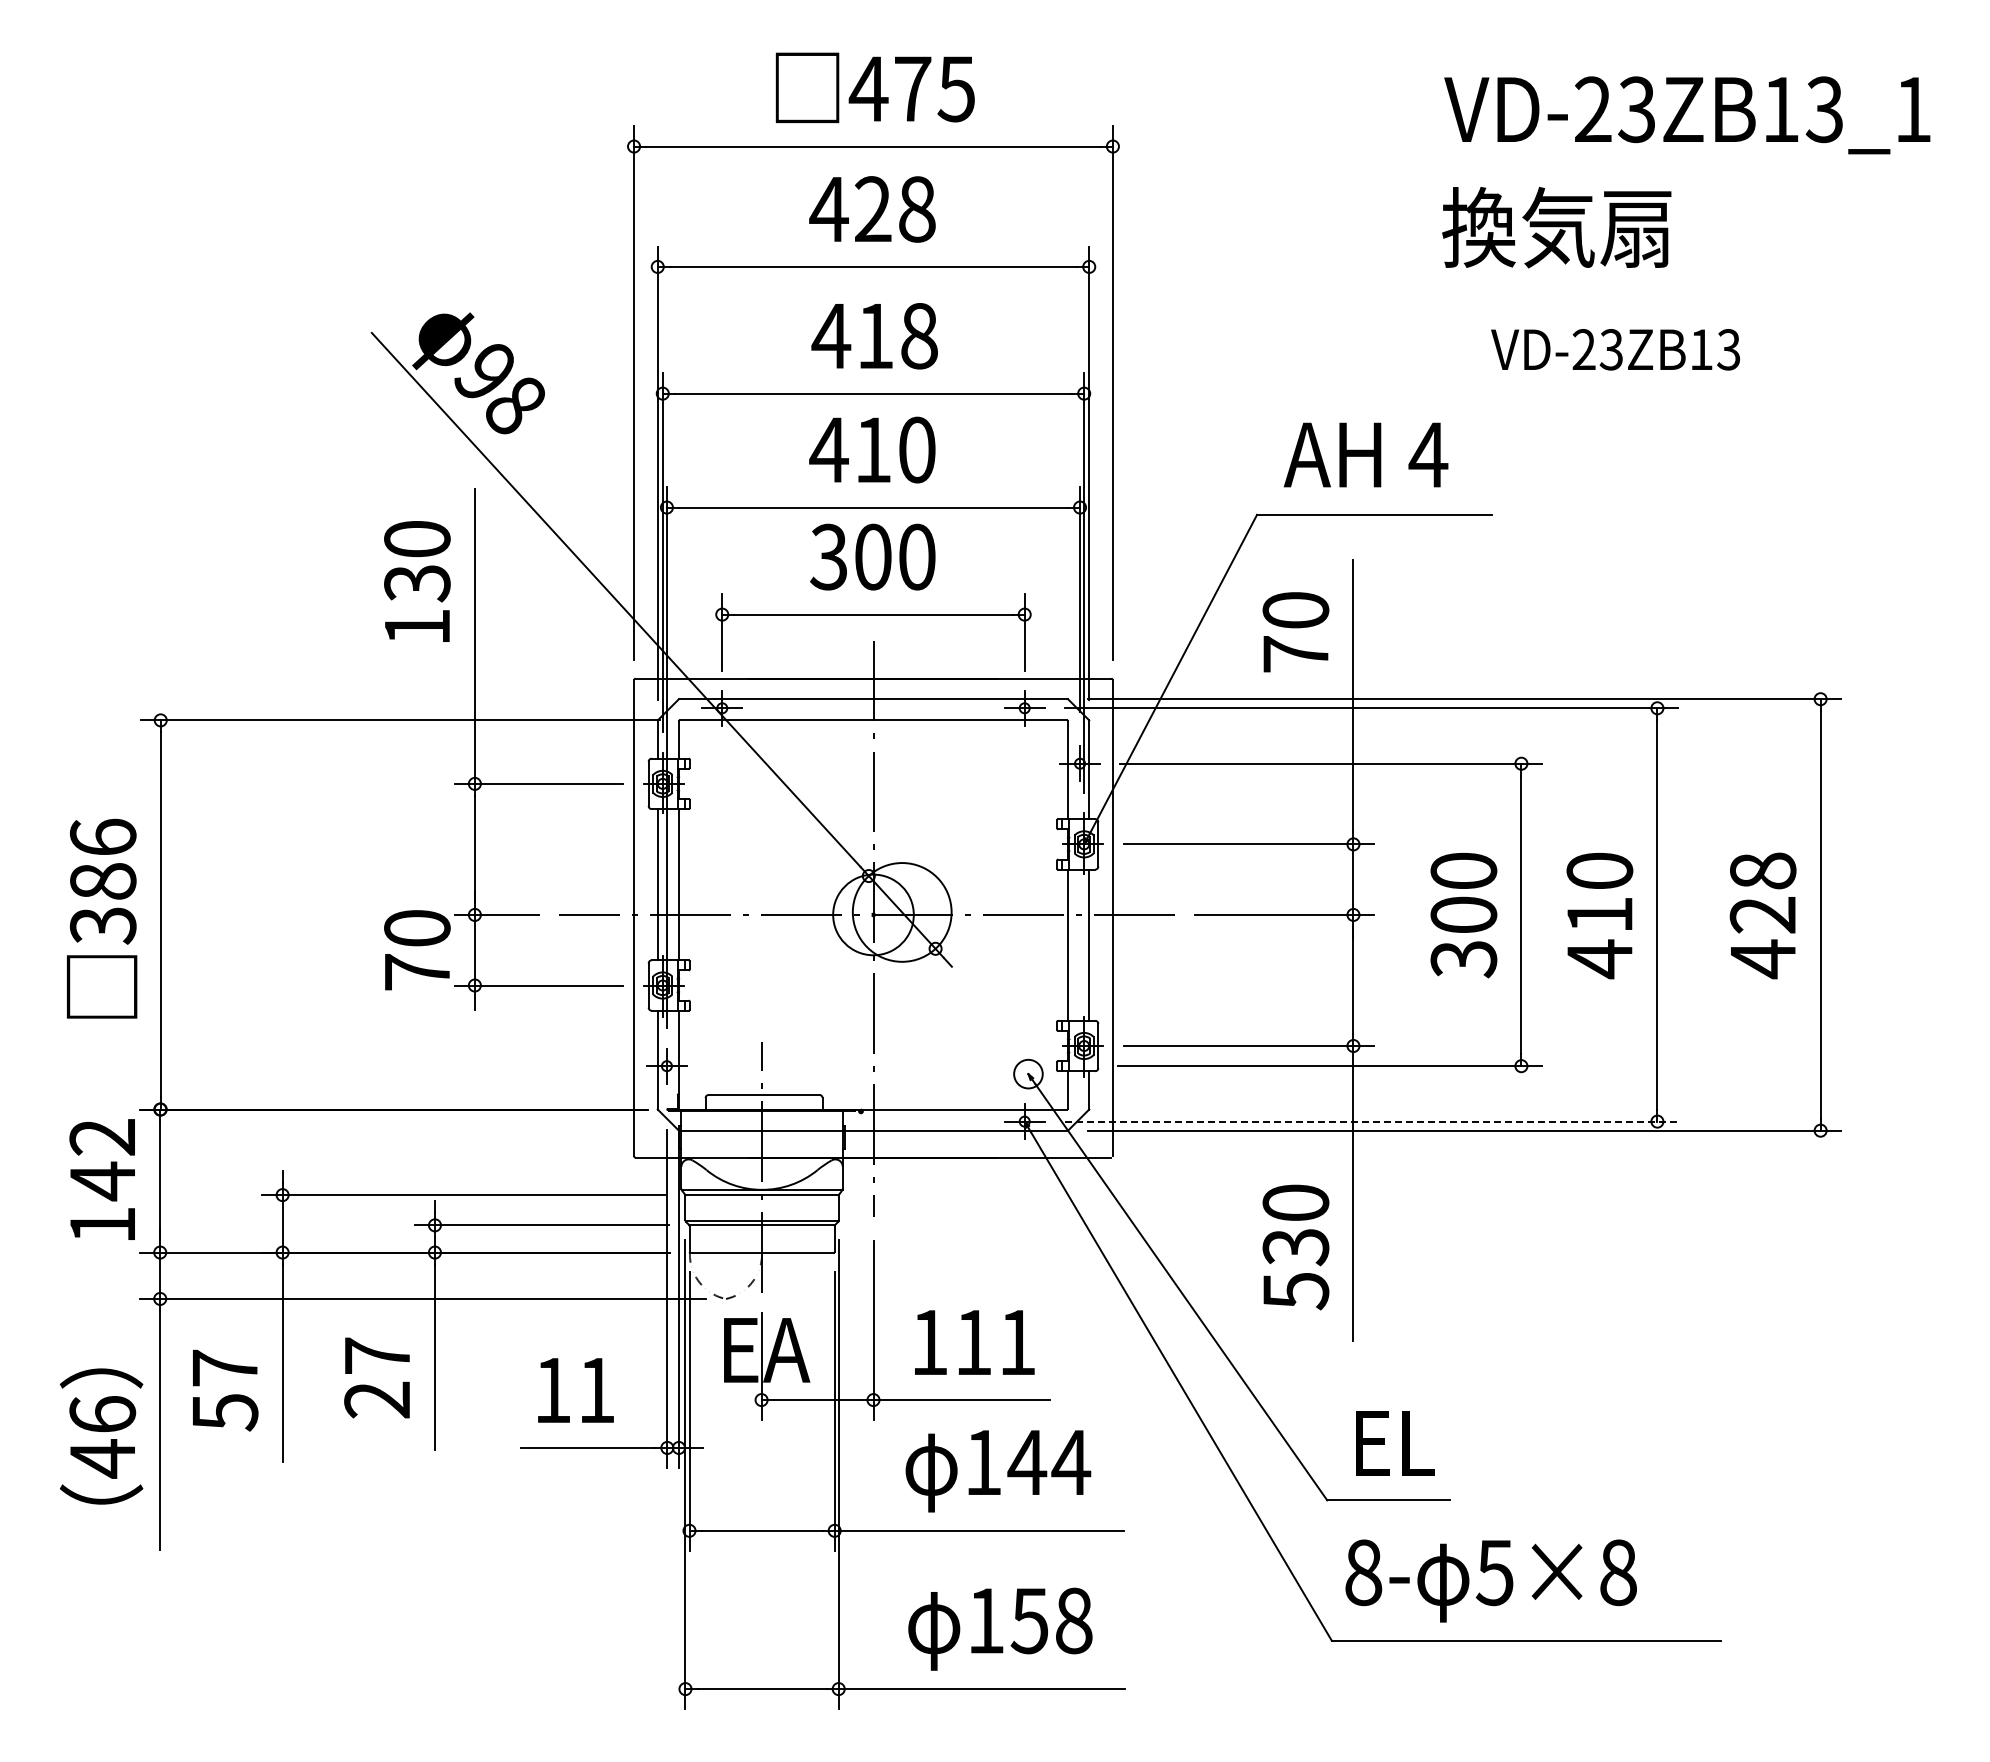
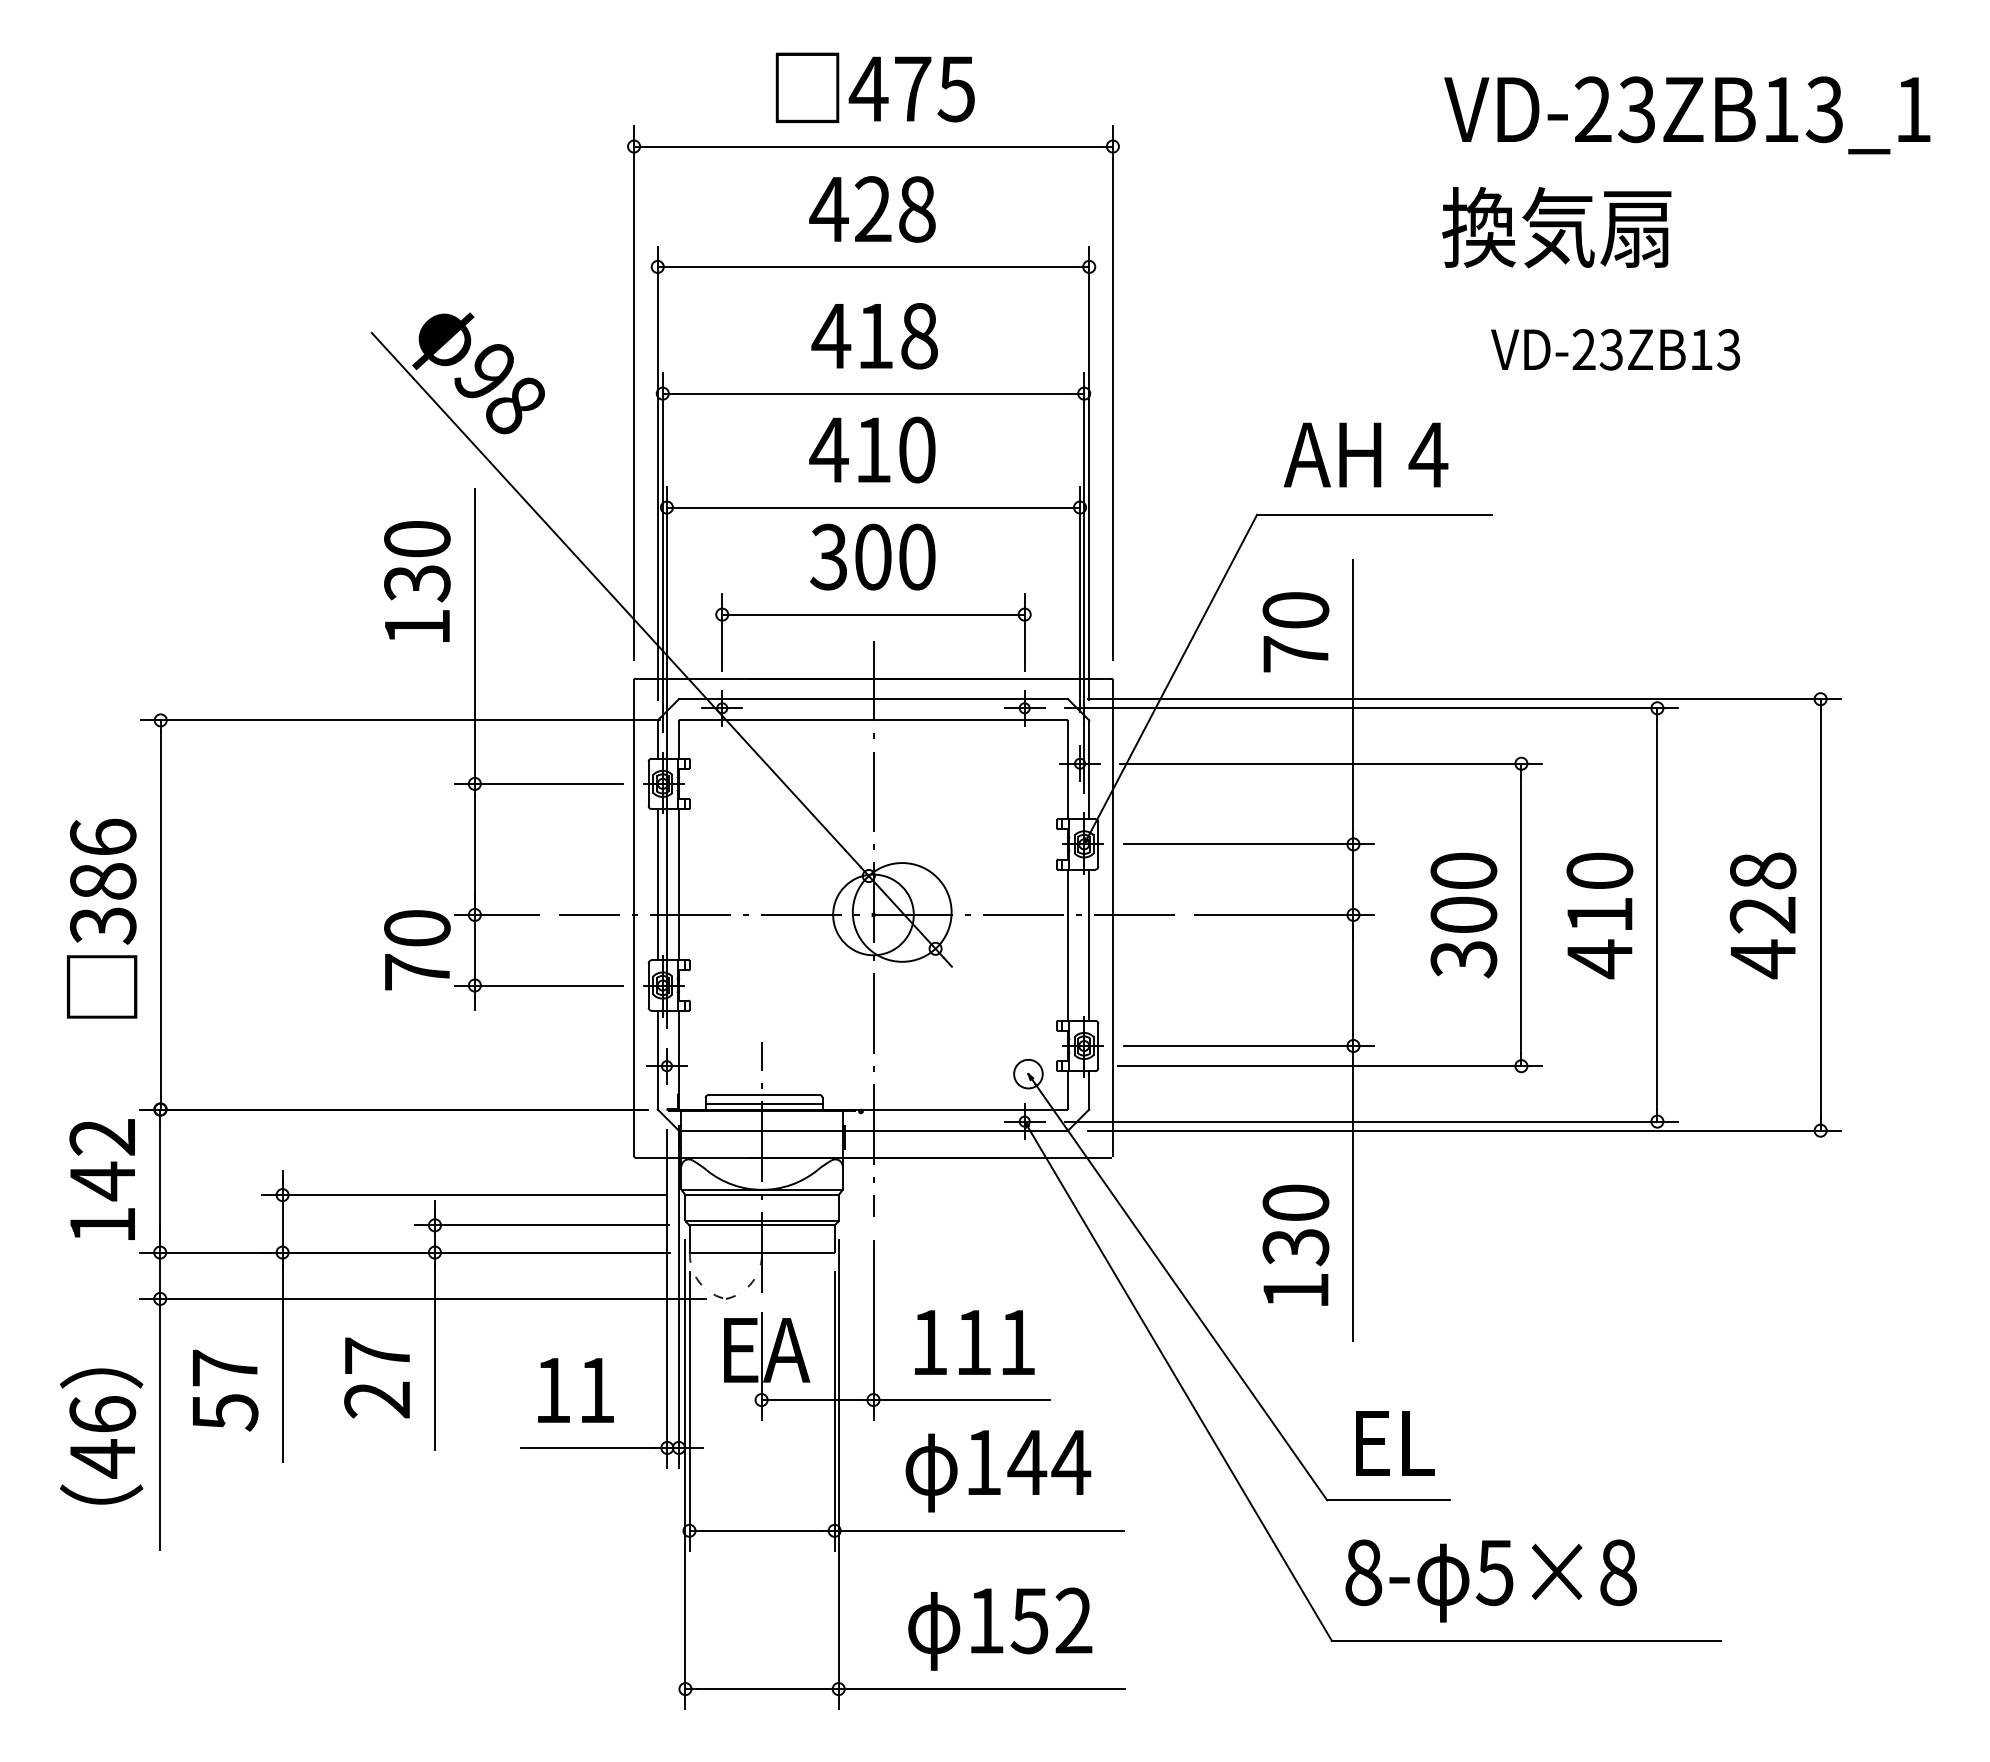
line at (763, 1104): none -> present
line at (1371, 1121): dashed -> solid
text at (1296, 1291): 530 -> 130
text at (1073, 1620): 158 -> 152
